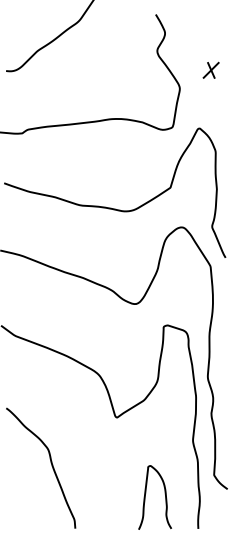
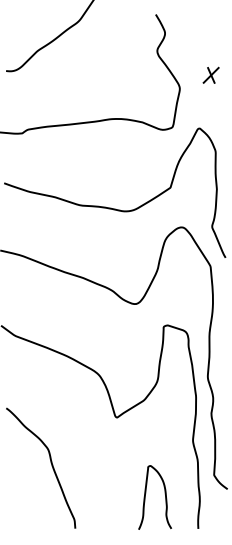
part at (210, 69) position: (210, 69) -> (210, 74)
